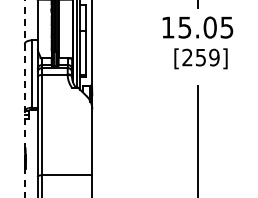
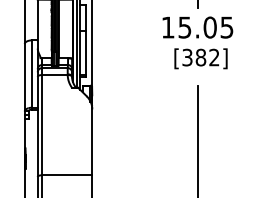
text at (200, 57): [259] -> [382]
line at (24, 98): dashed -> solid
